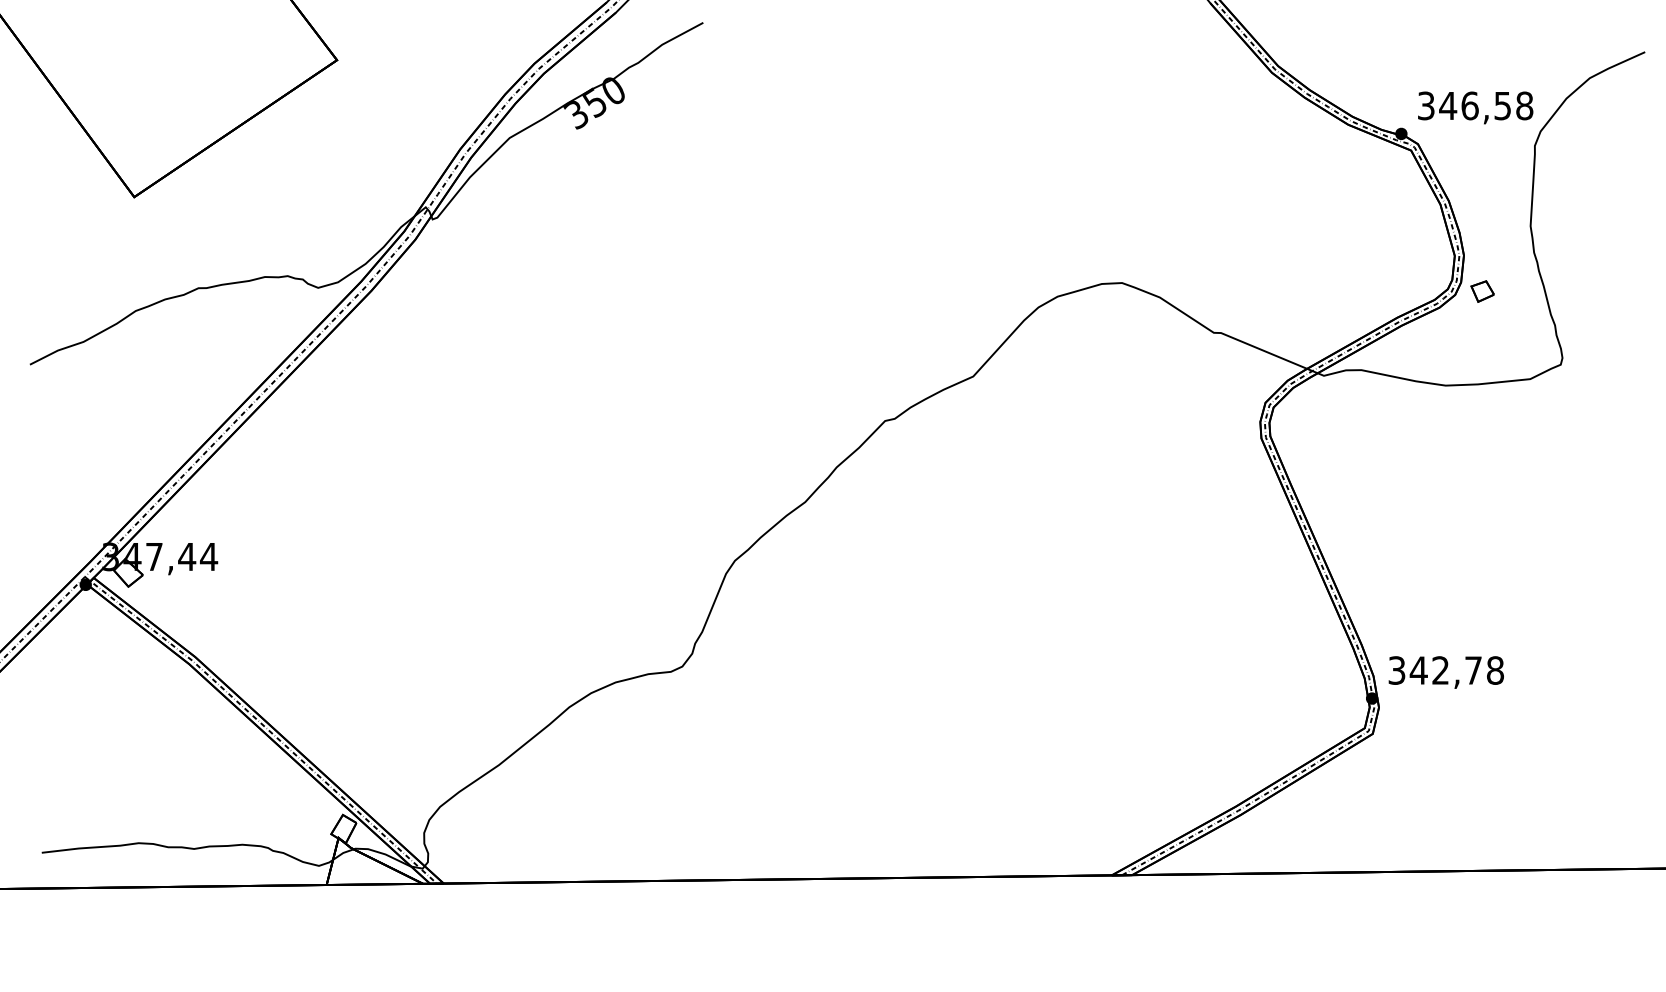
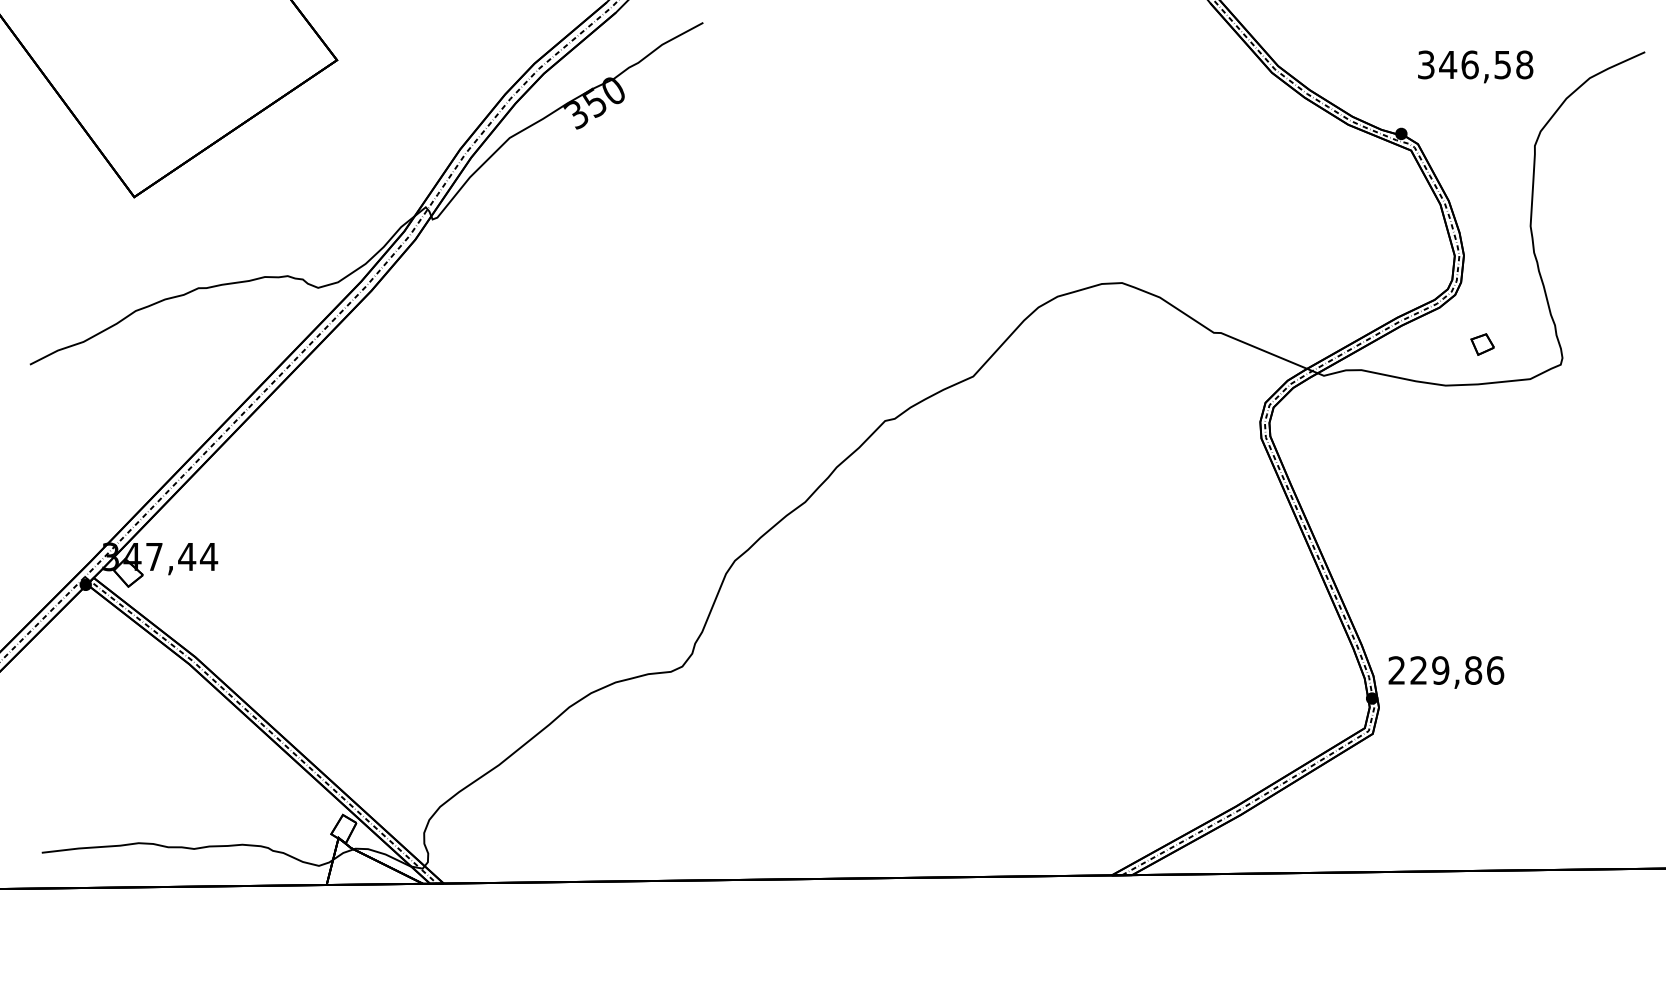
text at (1475, 107) position: (1475, 107) -> (1475, 66)
part at (1482, 291) position: (1482, 291) -> (1482, 344)
text at (1446, 670): 342,78 -> 229,86
